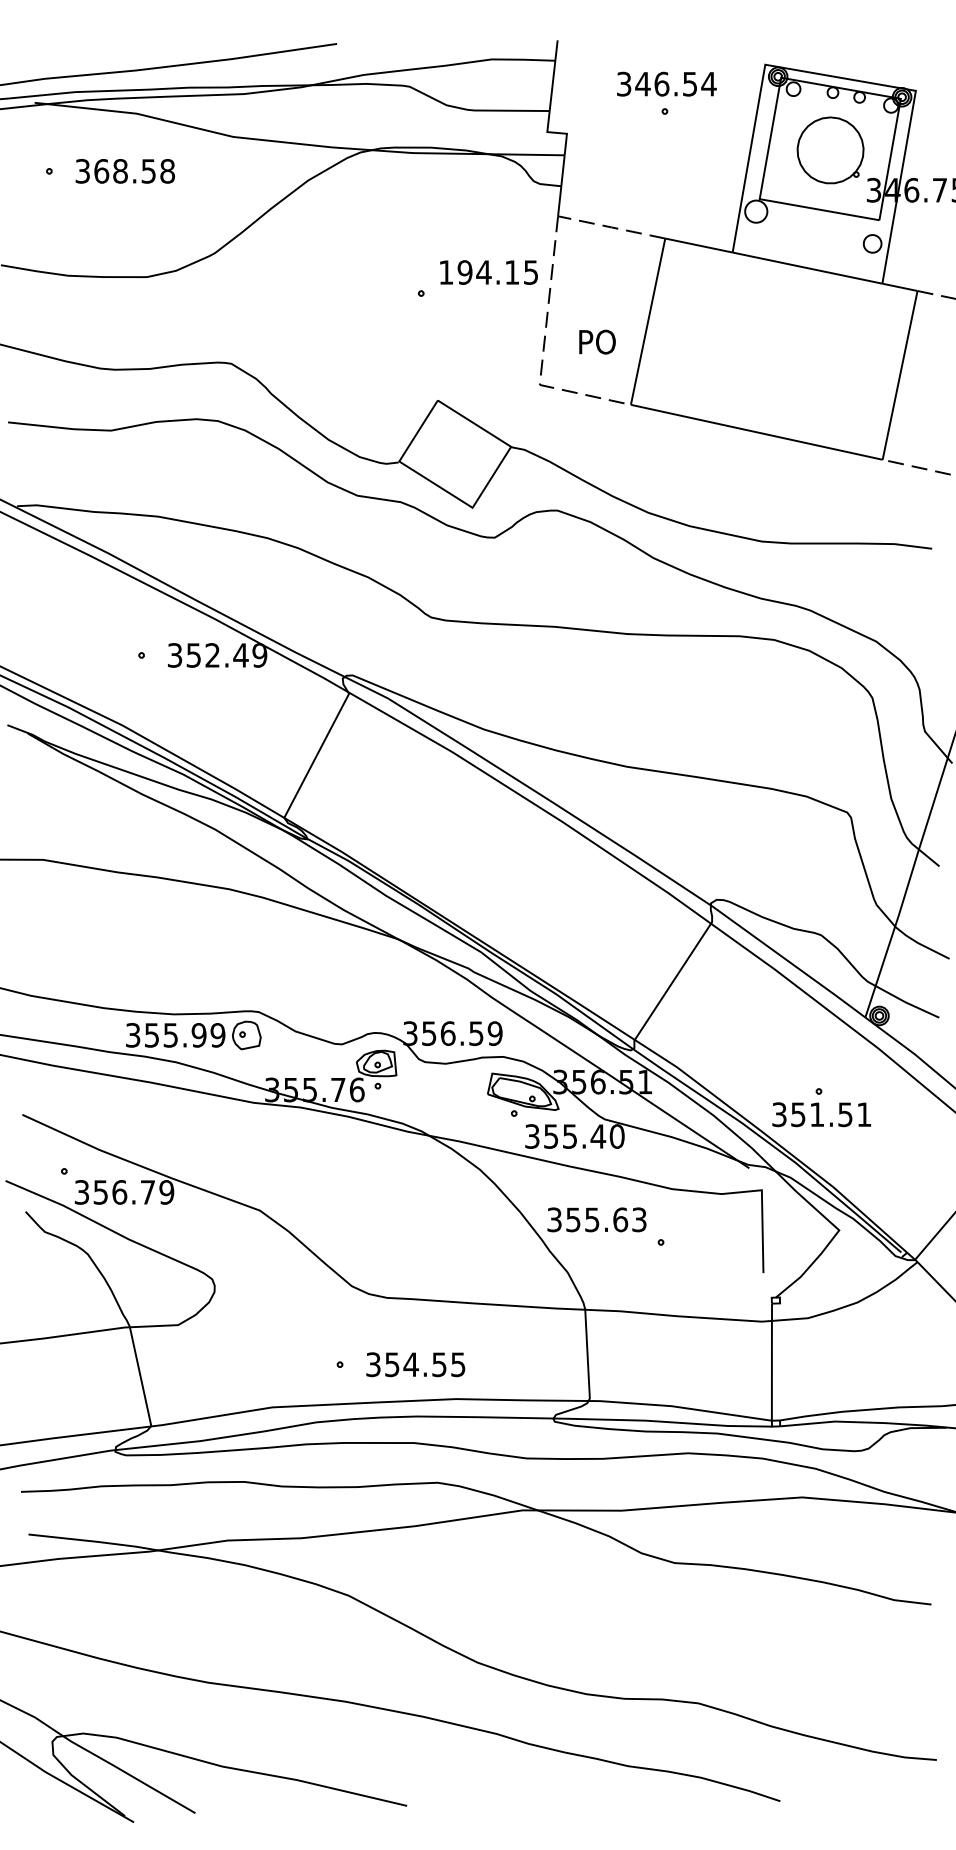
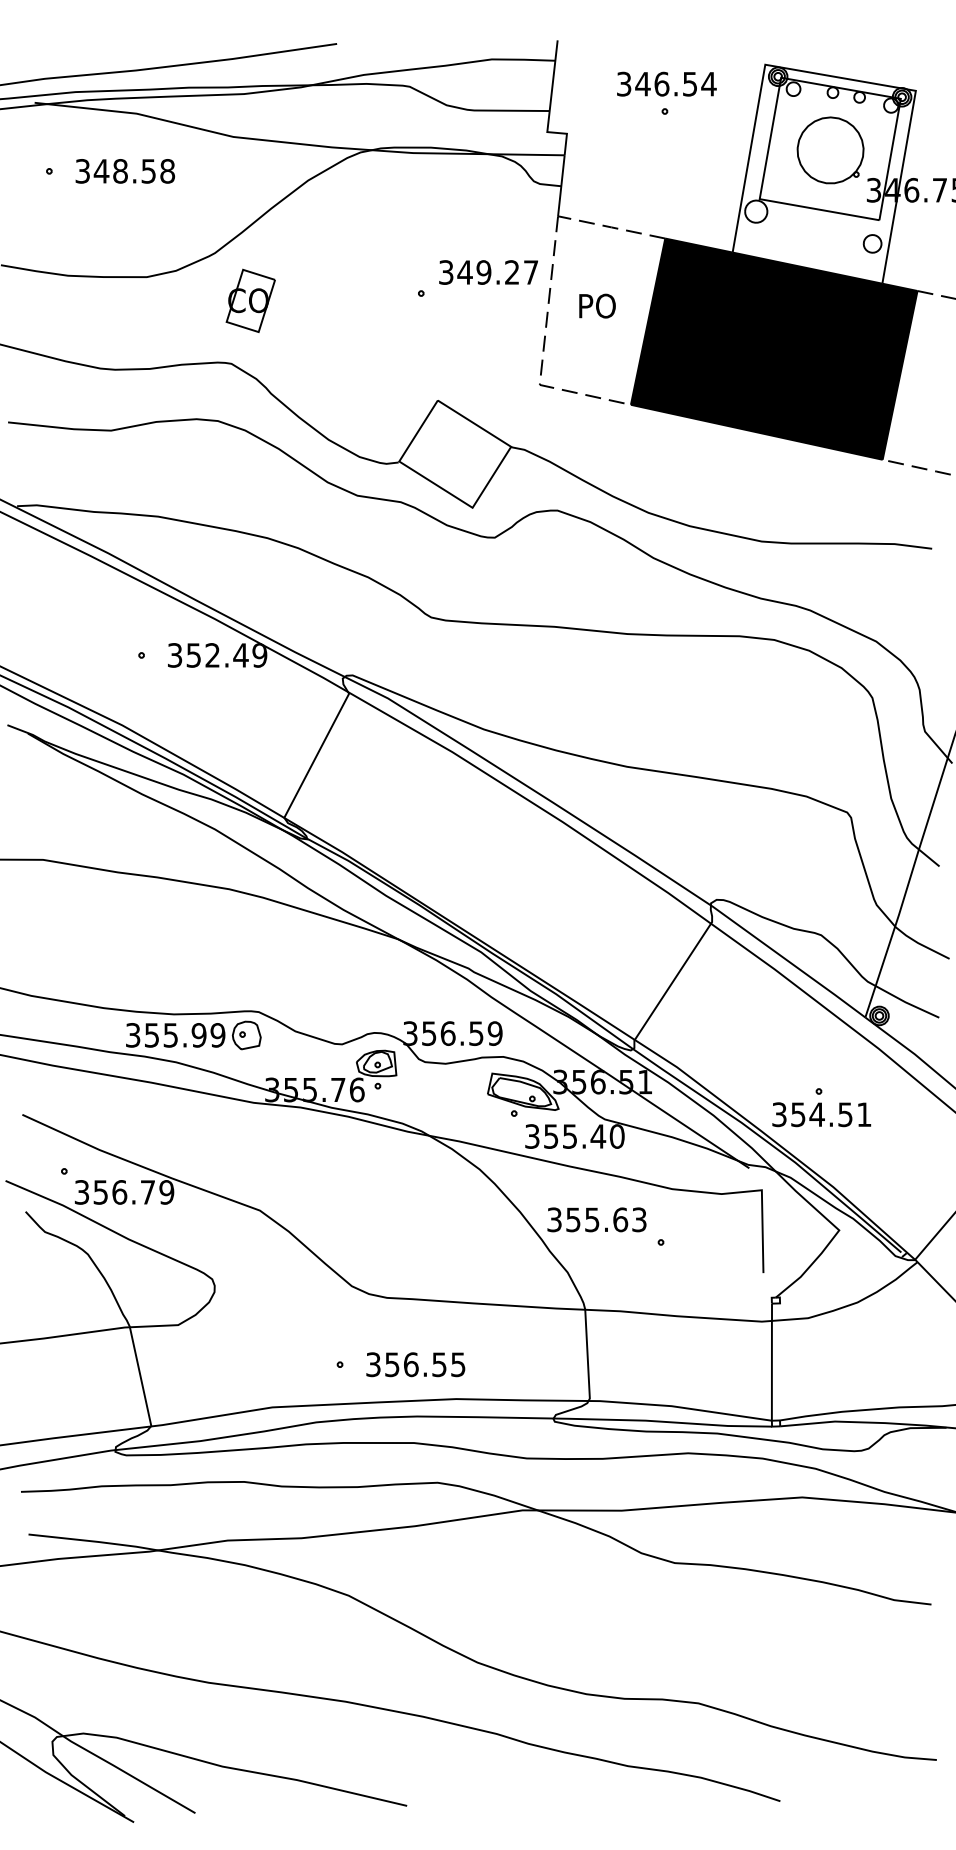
text at (101, 171): 368.58 -> 348.58
text at (488, 272): 194.15 -> 349.27
part at (250, 300): none -> present
text at (597, 341) position: (597, 341) -> (597, 305)
fill at (773, 348): none -> present
text at (816, 1114): 351.51 -> 354.51
text at (410, 1364): 354.55 -> 356.55
